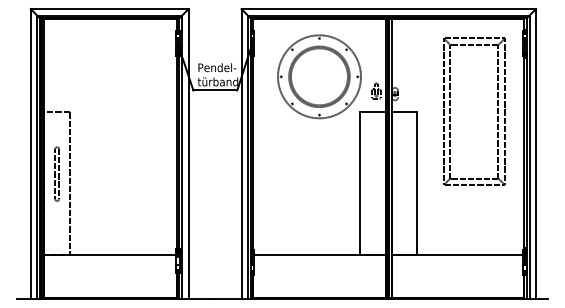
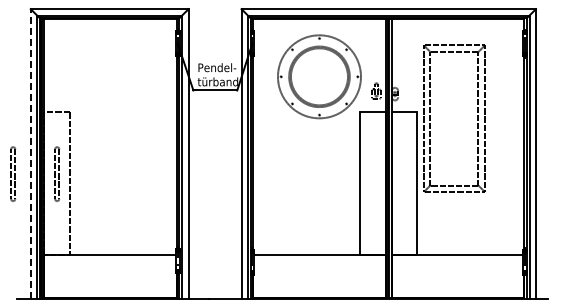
part at (497, 111) position: (497, 111) -> (477, 118)
line at (30, 153): solid -> dashed
part at (13, 173): none -> present
